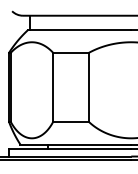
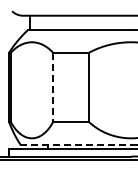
line at (53, 87): solid -> dashed
line at (76, 144): solid -> dashed
